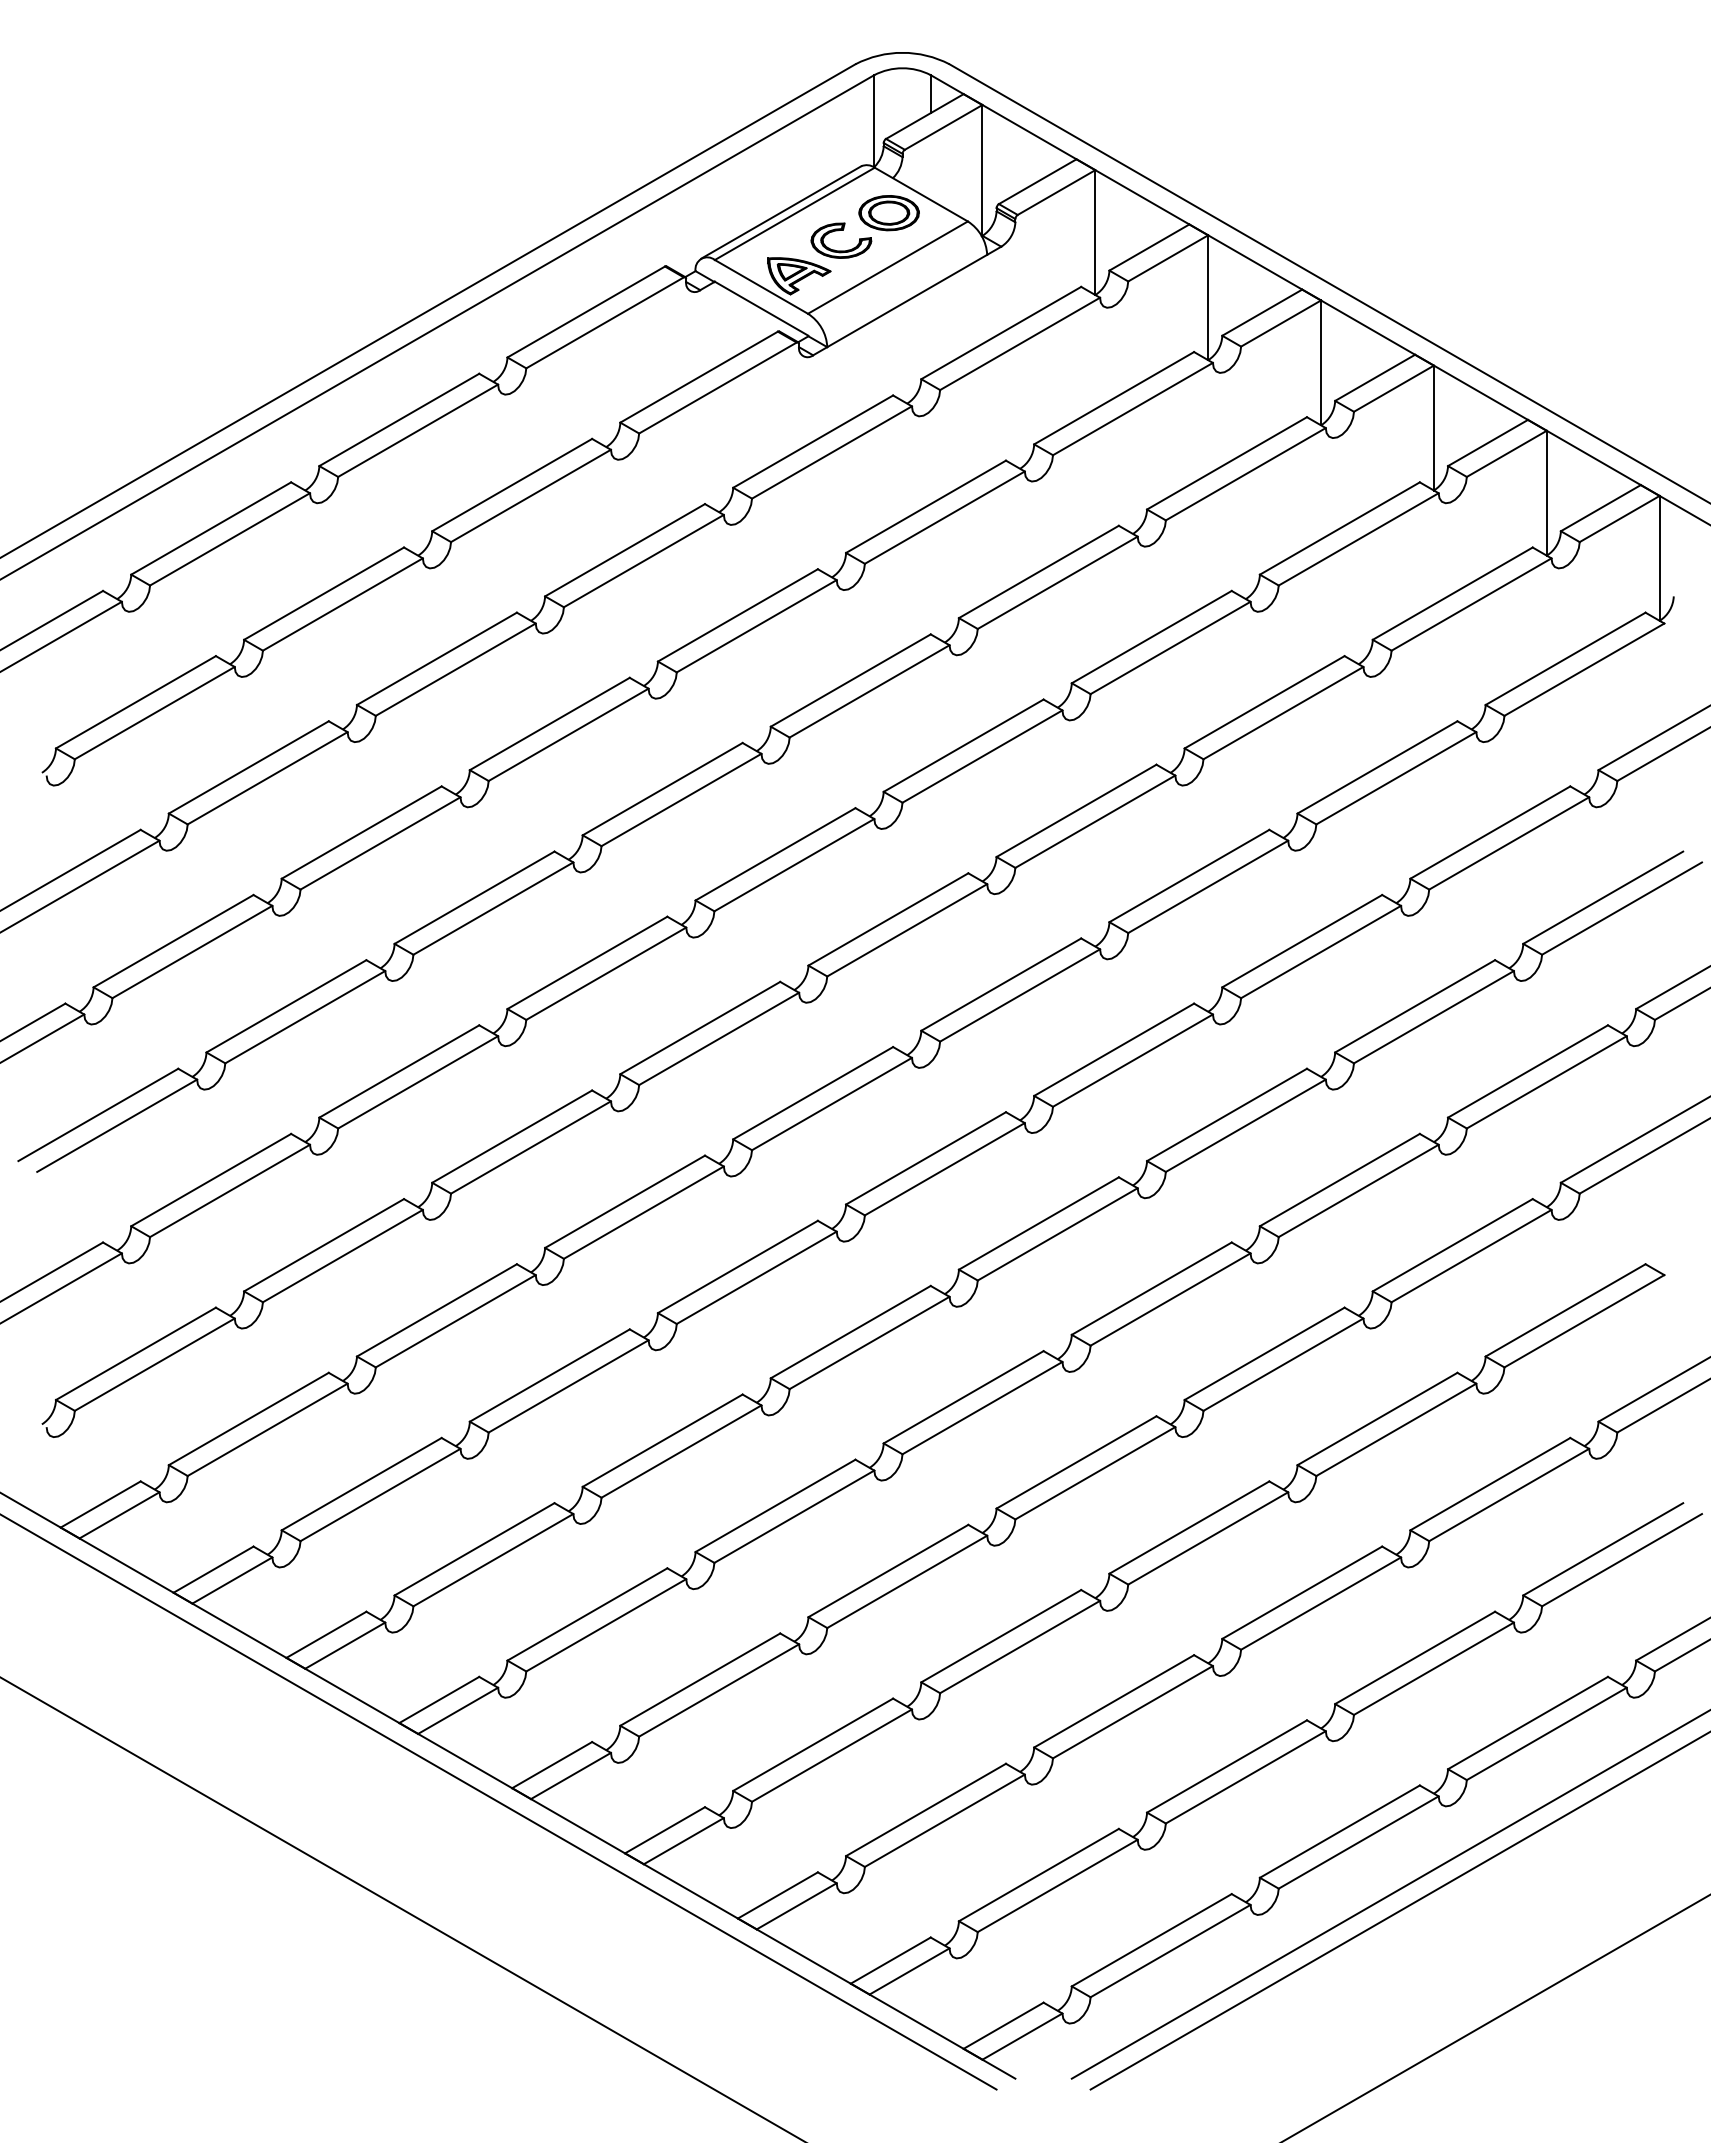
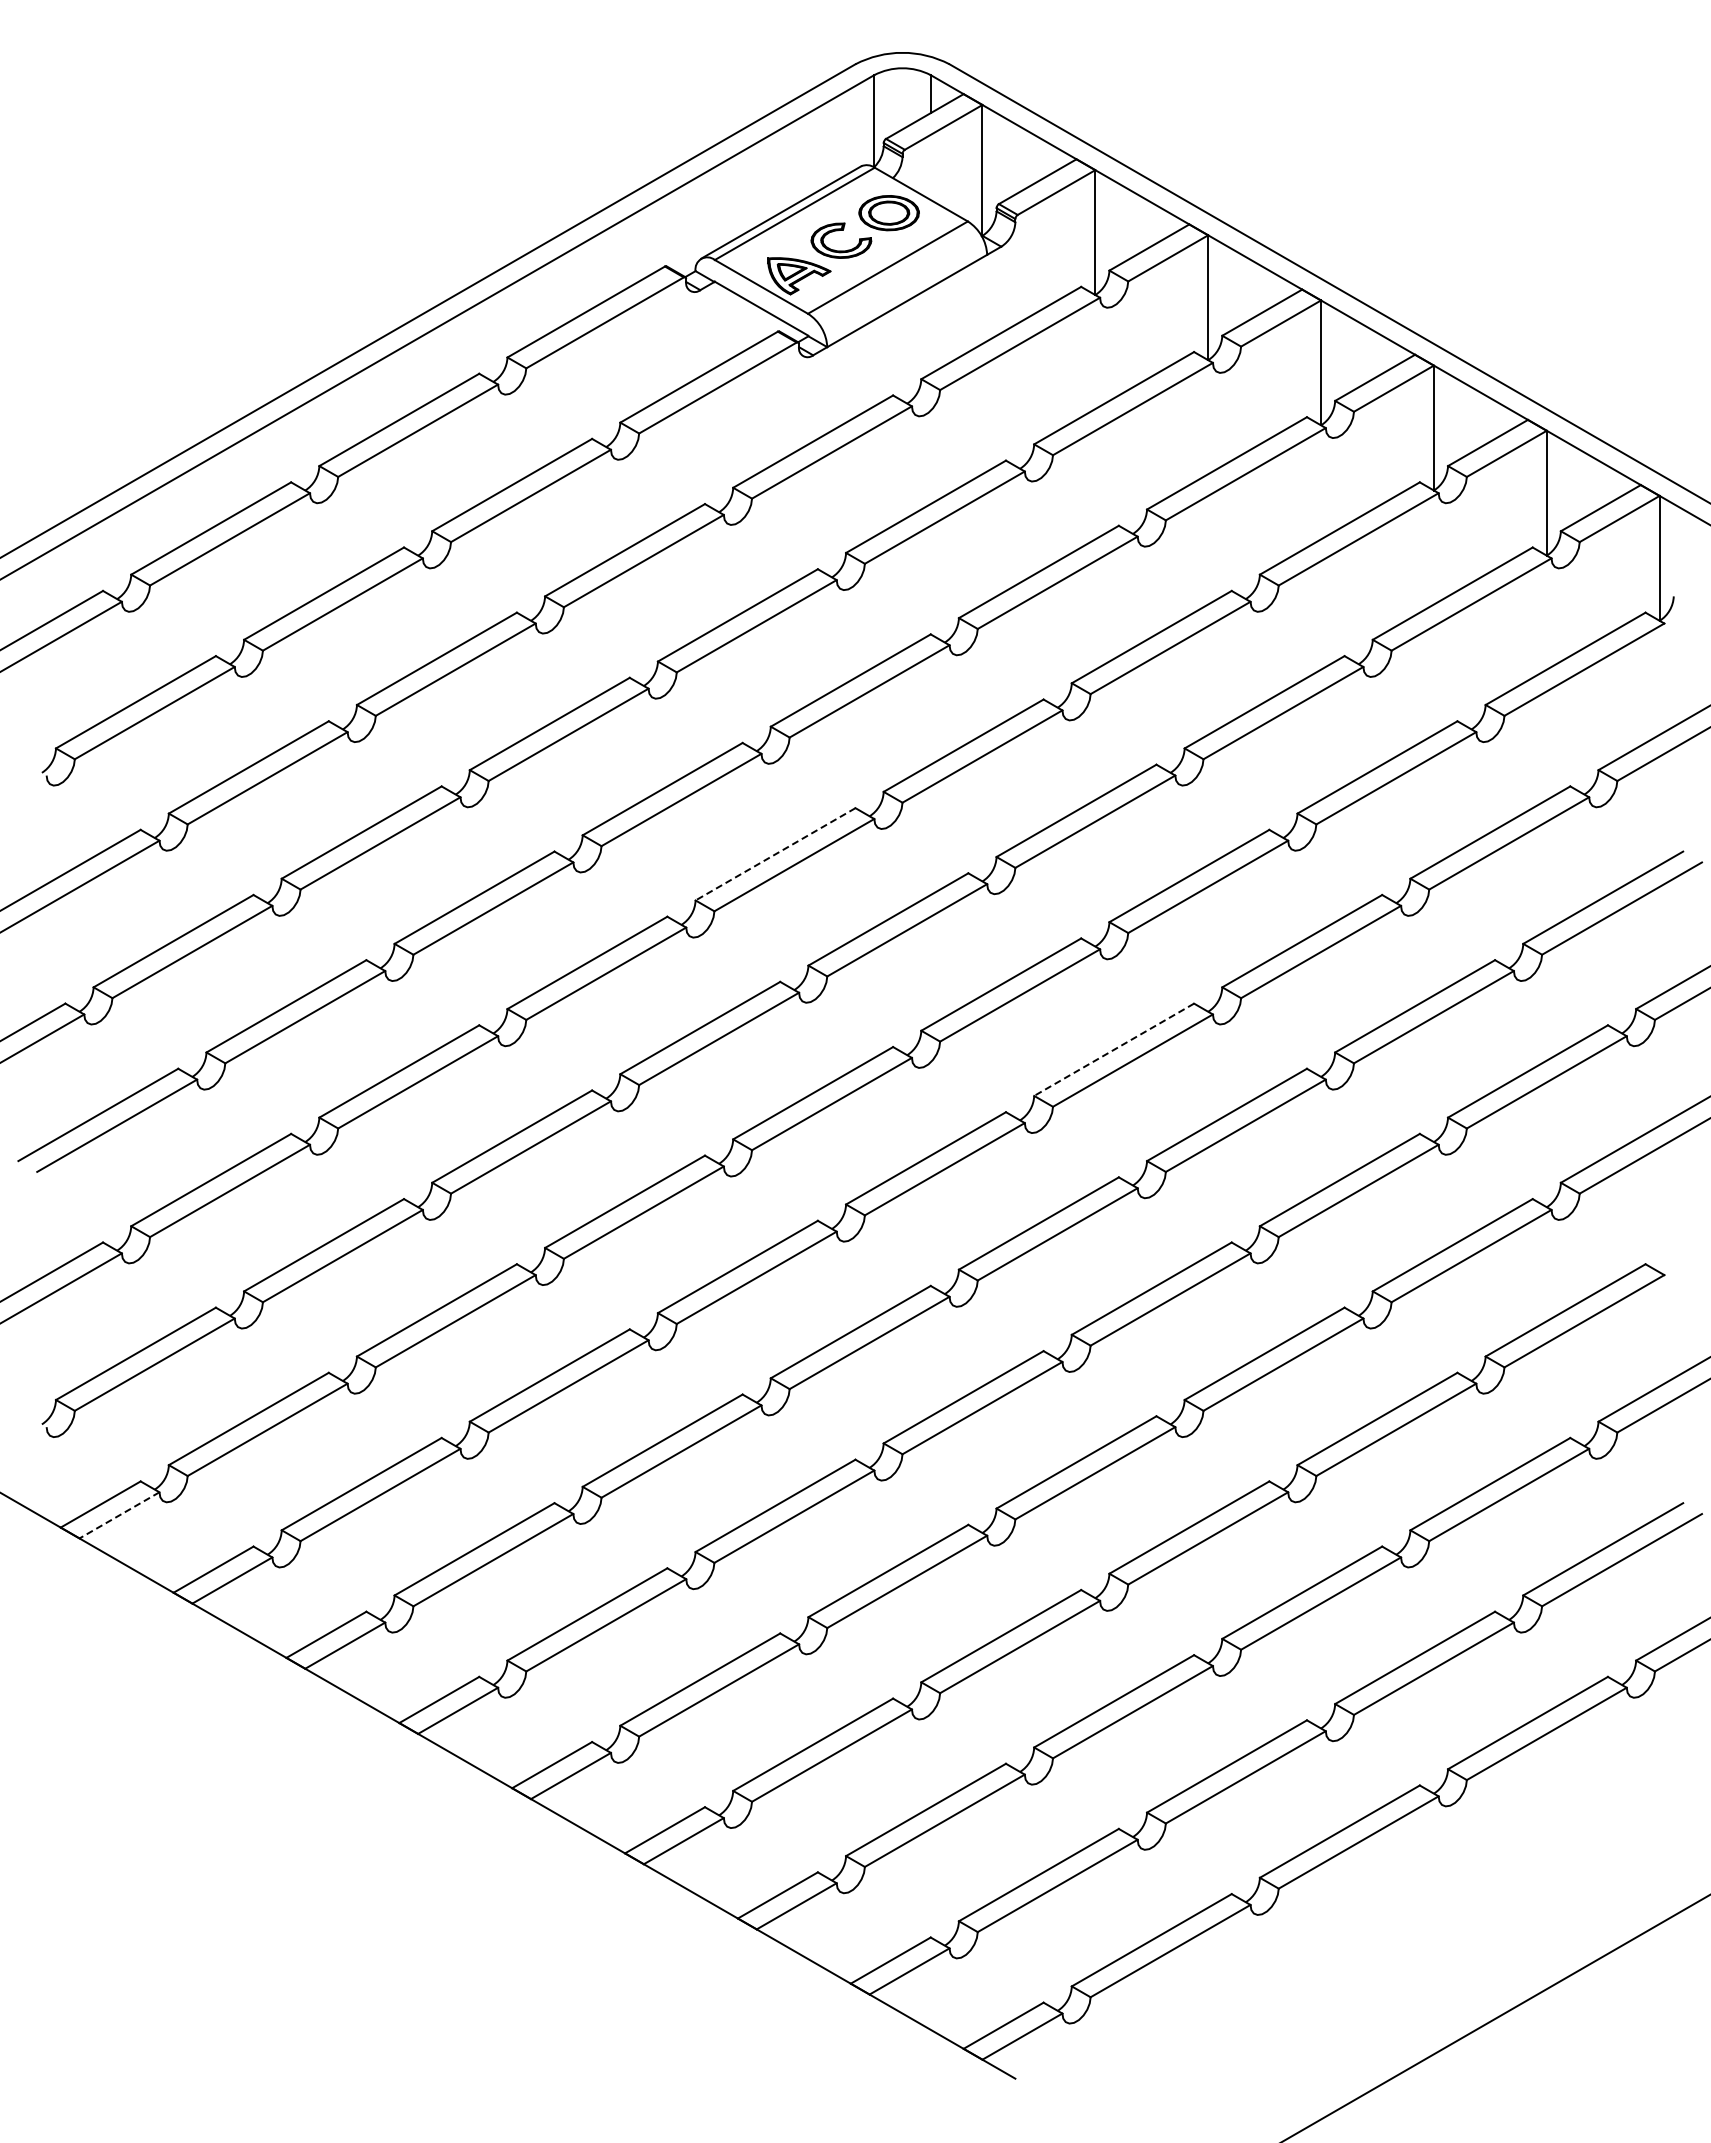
line at (775, 854): solid -> dashed
line at (1113, 1050): solid -> dashed
line at (119, 1515): solid -> dashed
line at (499, 1802): present -> none
line at (1389, 1894): present -> none
line at (401, 1908): present -> none
line at (1398, 1911): present -> none
